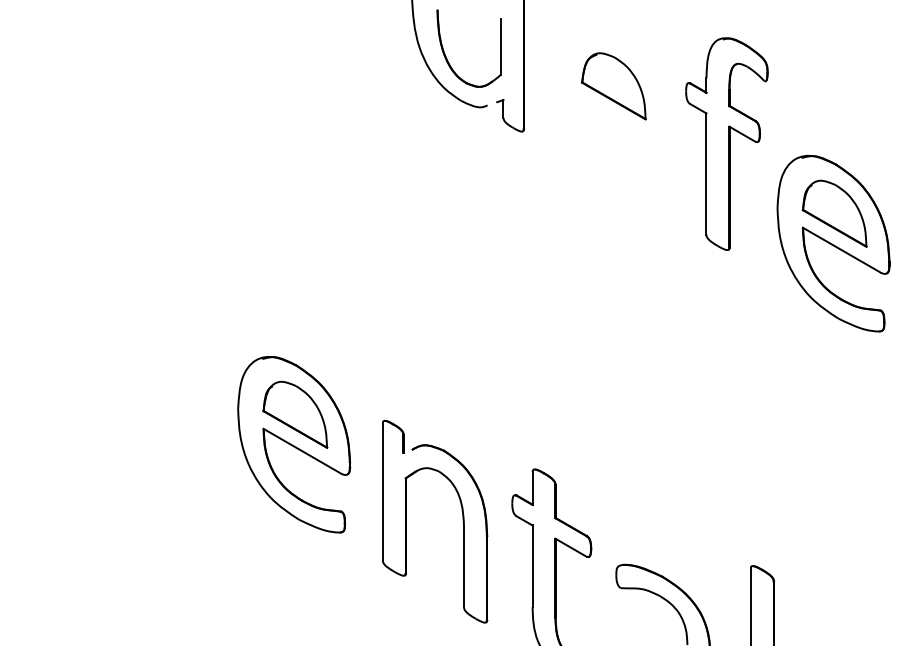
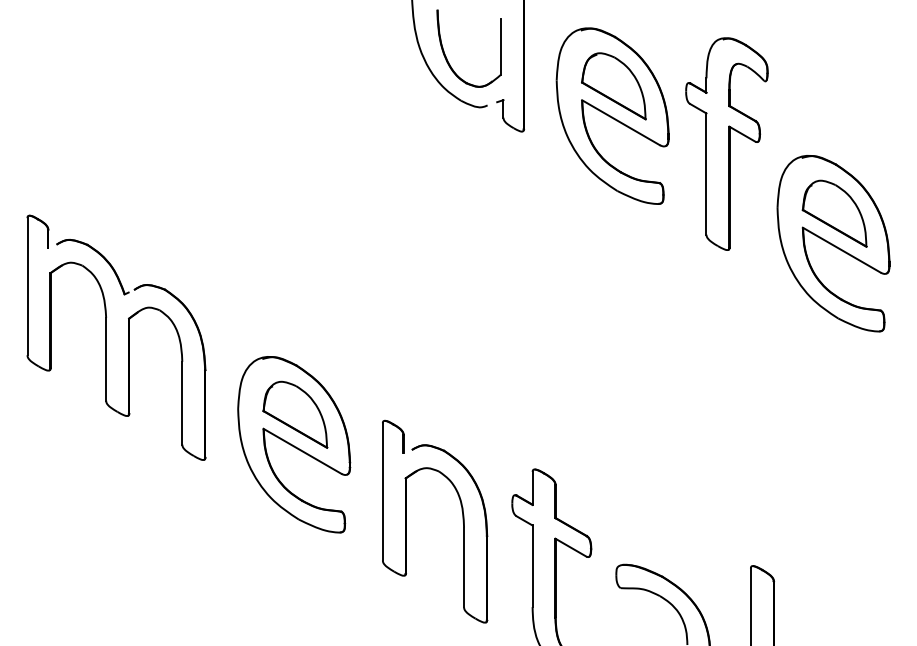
part at (612, 115): none -> present
part at (106, 337): none -> present
